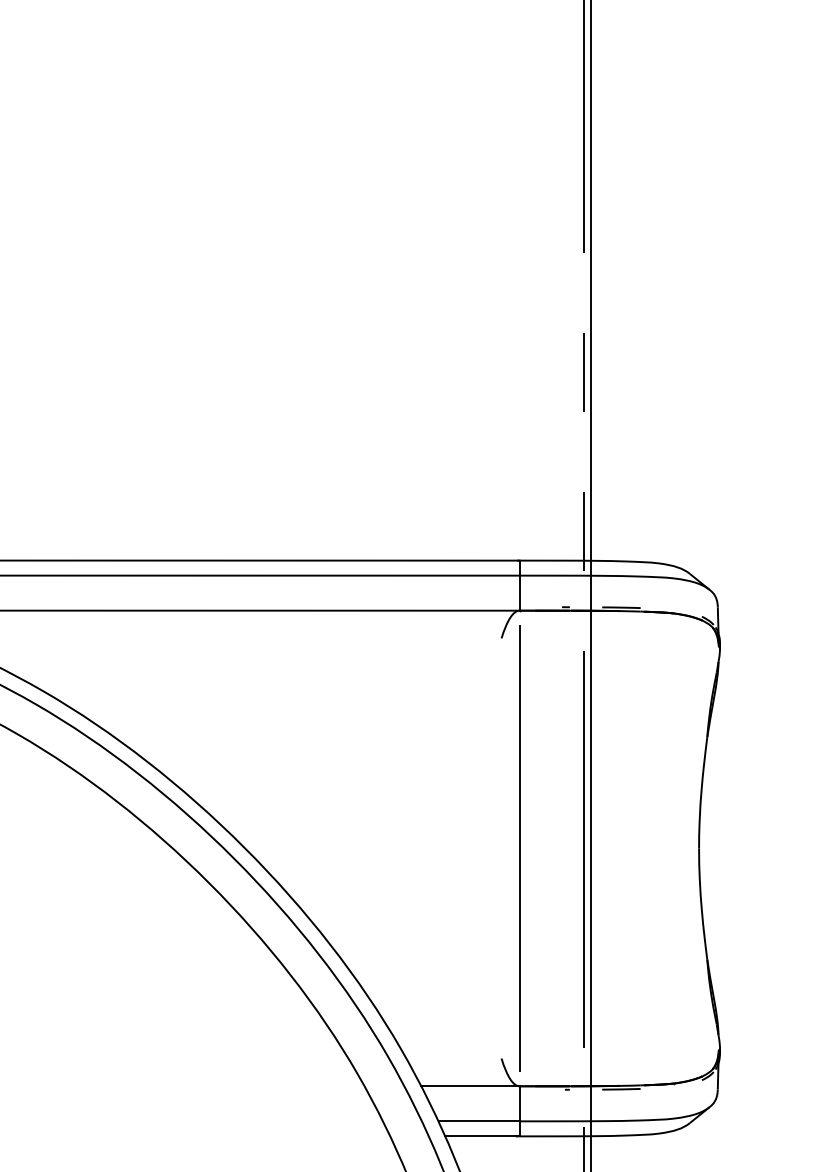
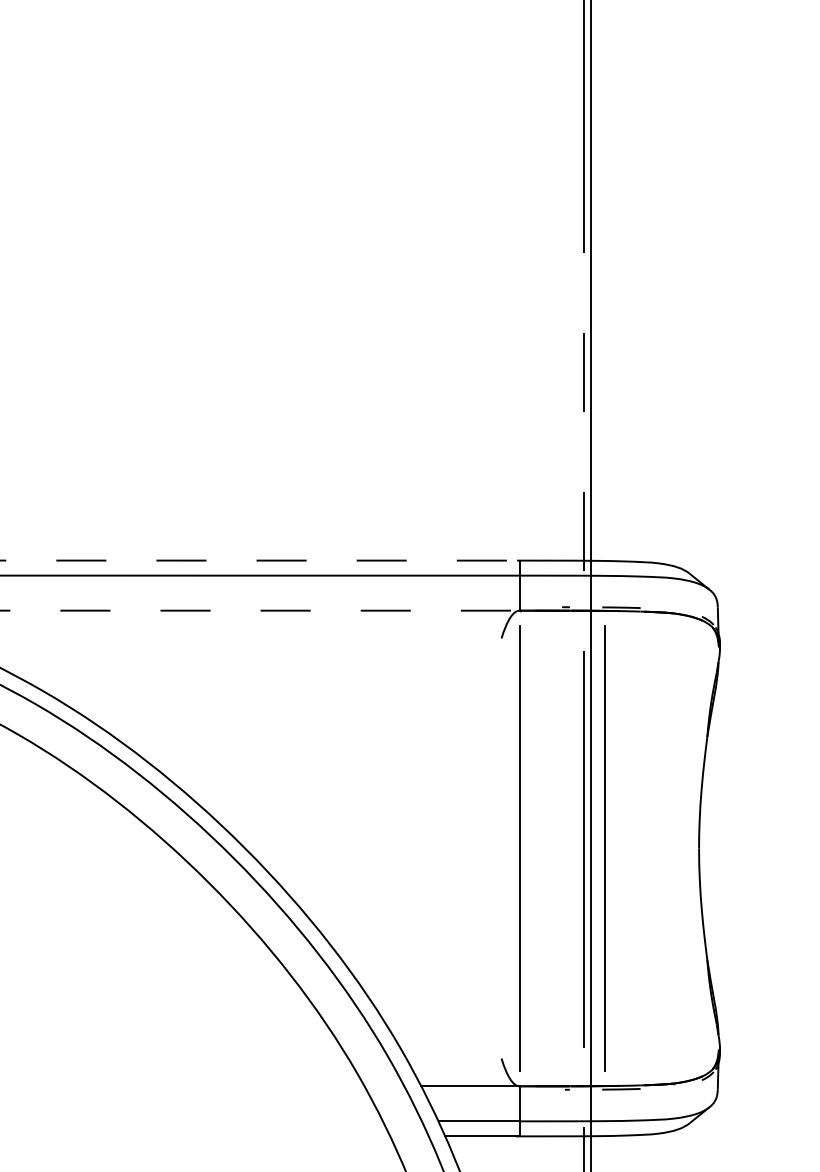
line at (260, 560): solid -> dashed
line at (259, 610): solid -> dashed
line at (604, 848): none -> present
